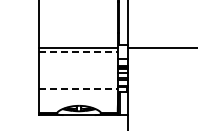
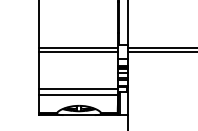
line at (79, 52): dashed -> solid
line at (160, 52): none -> present
line at (79, 88): dashed -> solid
line at (78, 95): none -> present
